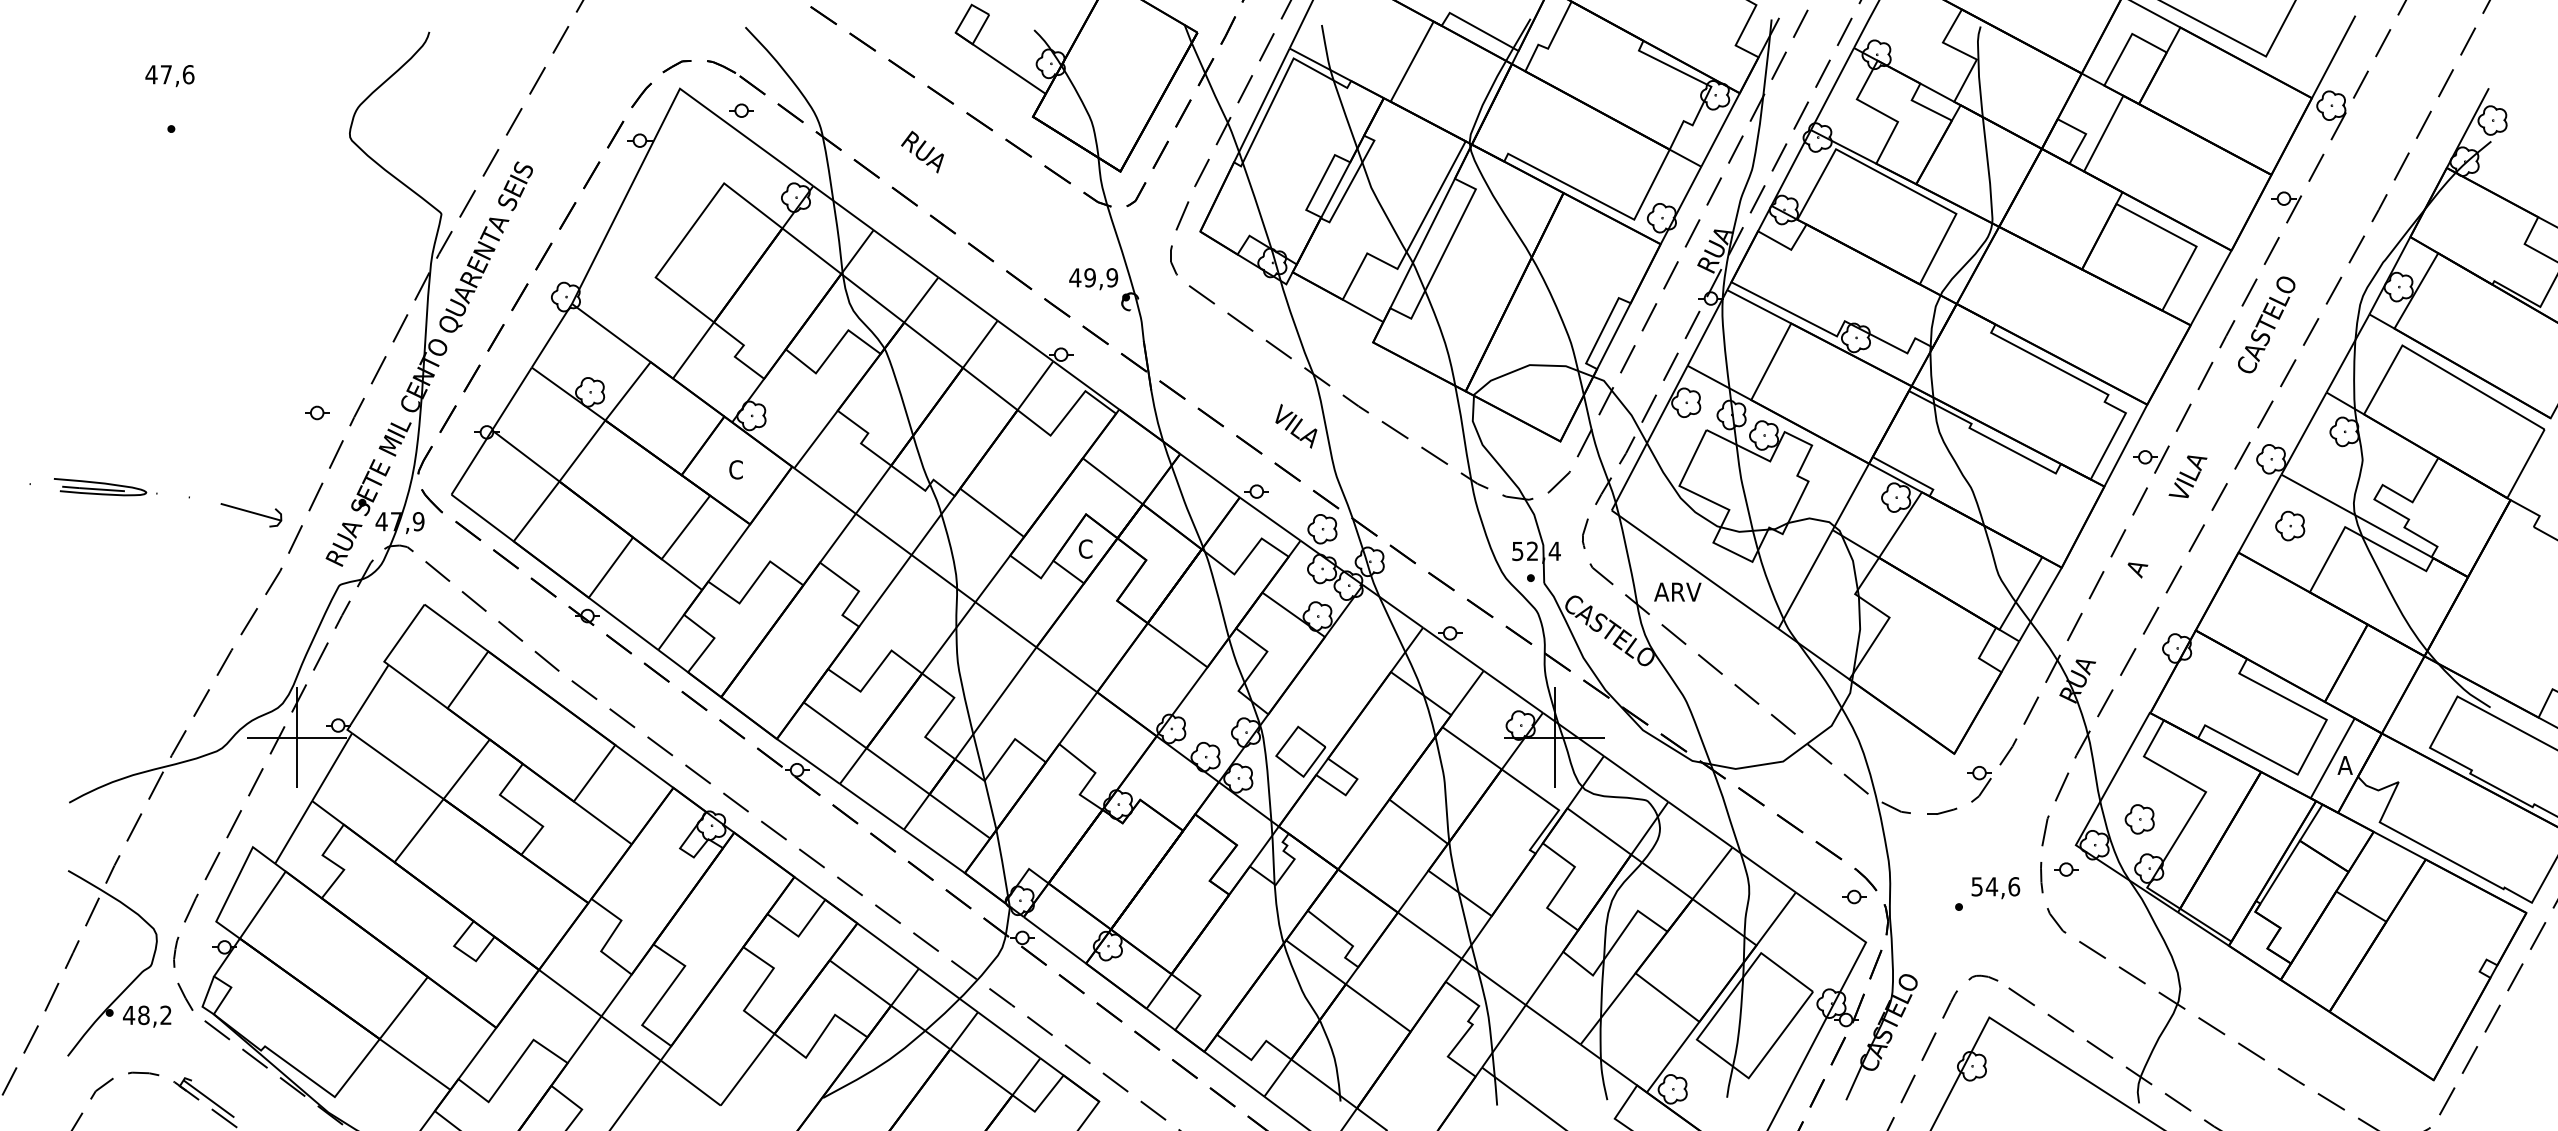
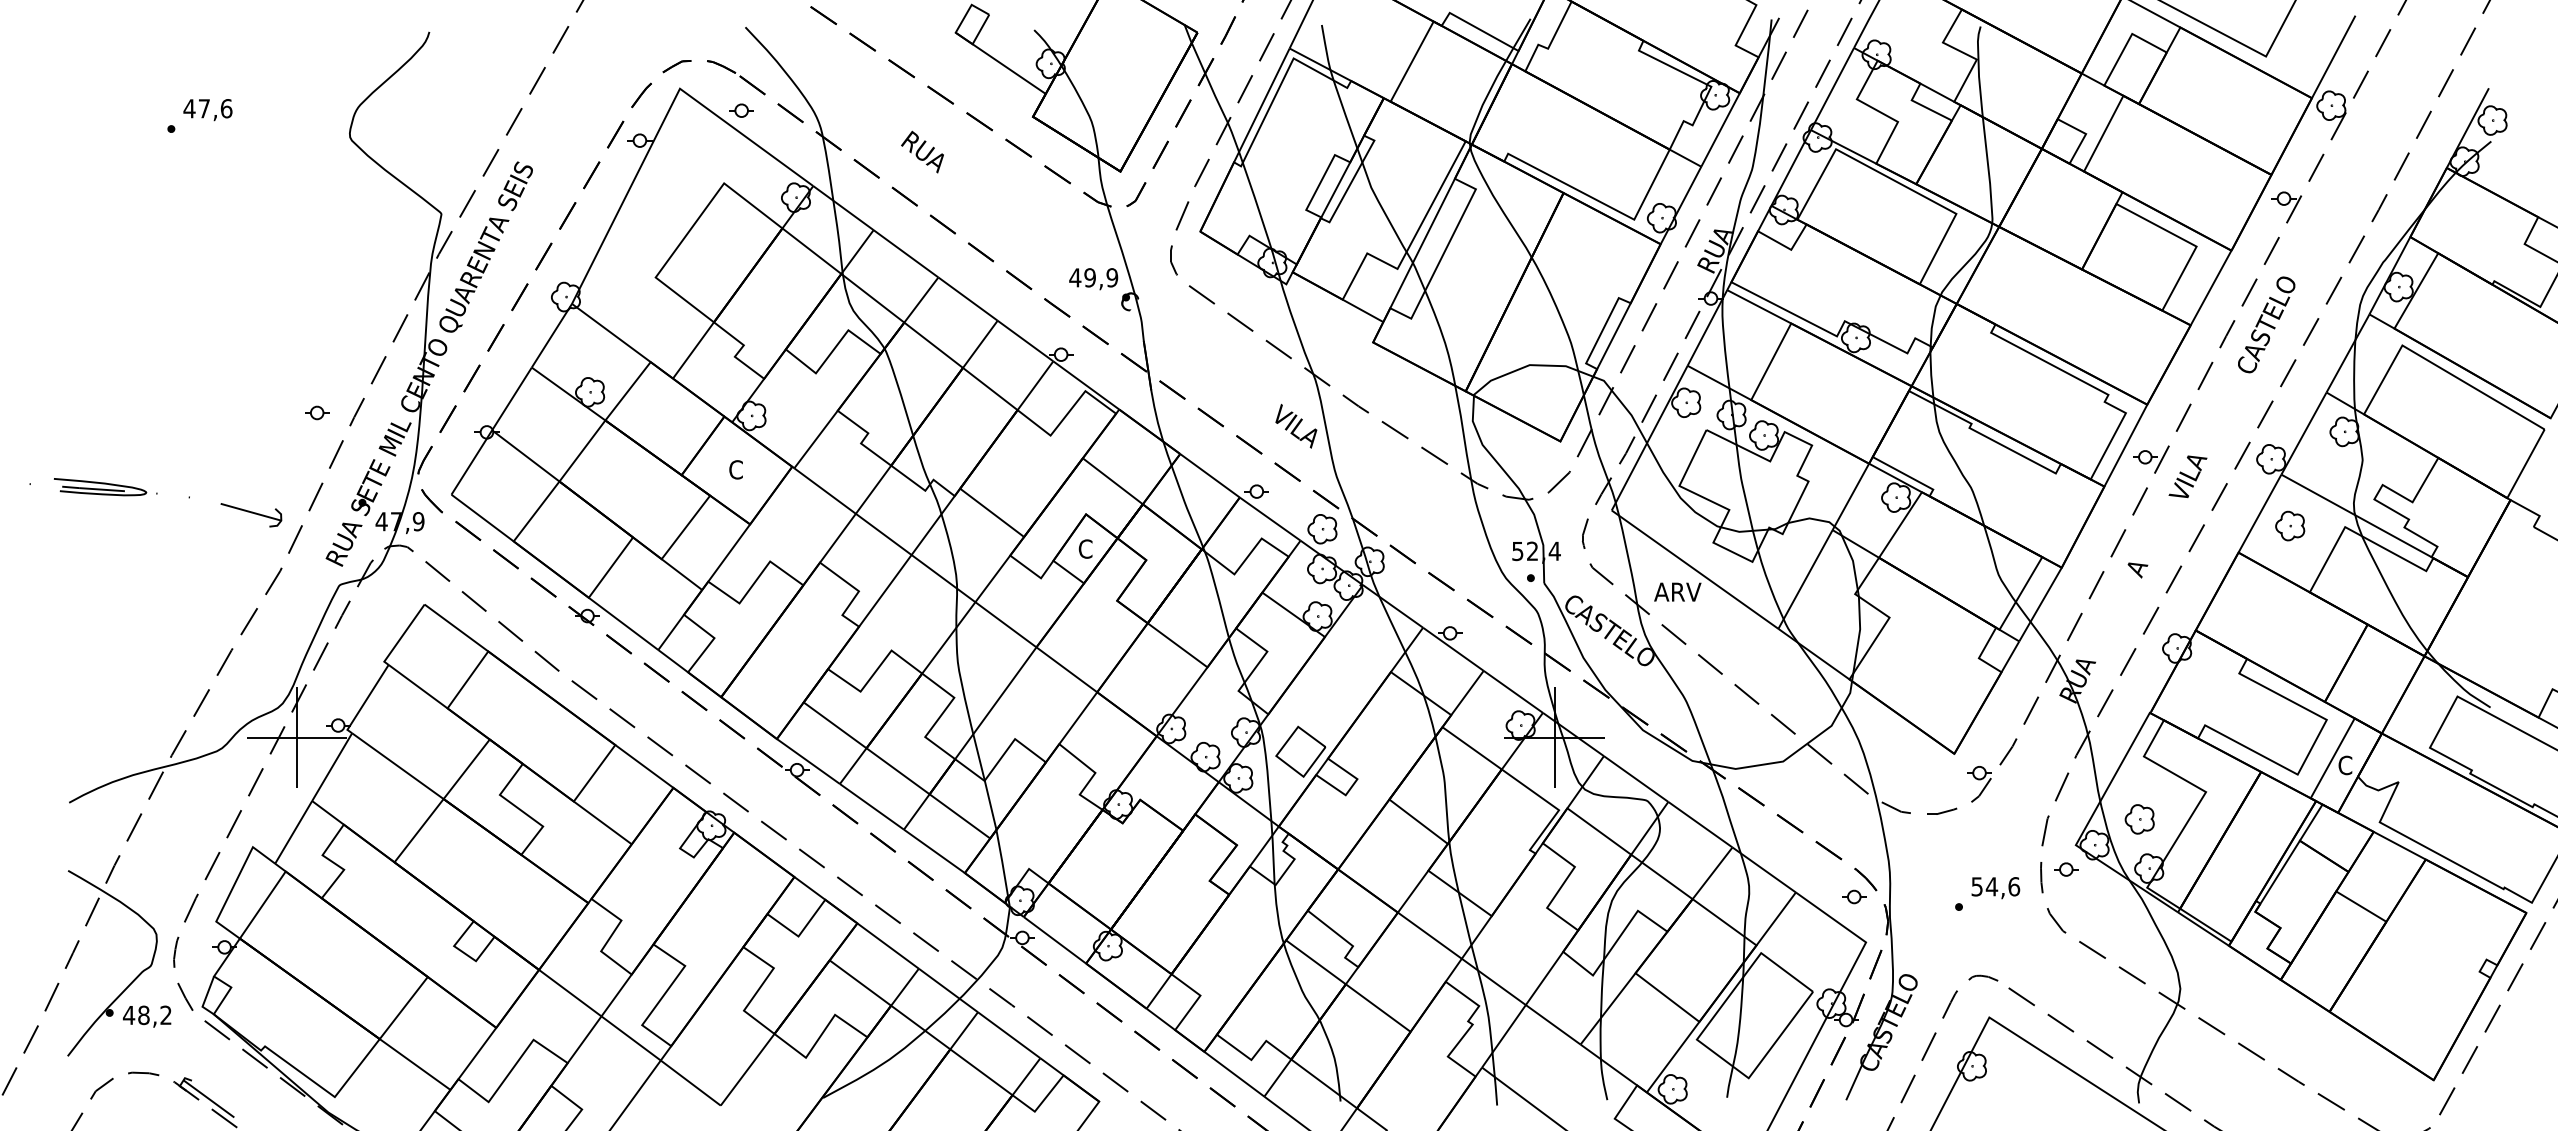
text at (169, 76) position: (169, 76) -> (207, 110)
text at (2344, 765): A -> C
